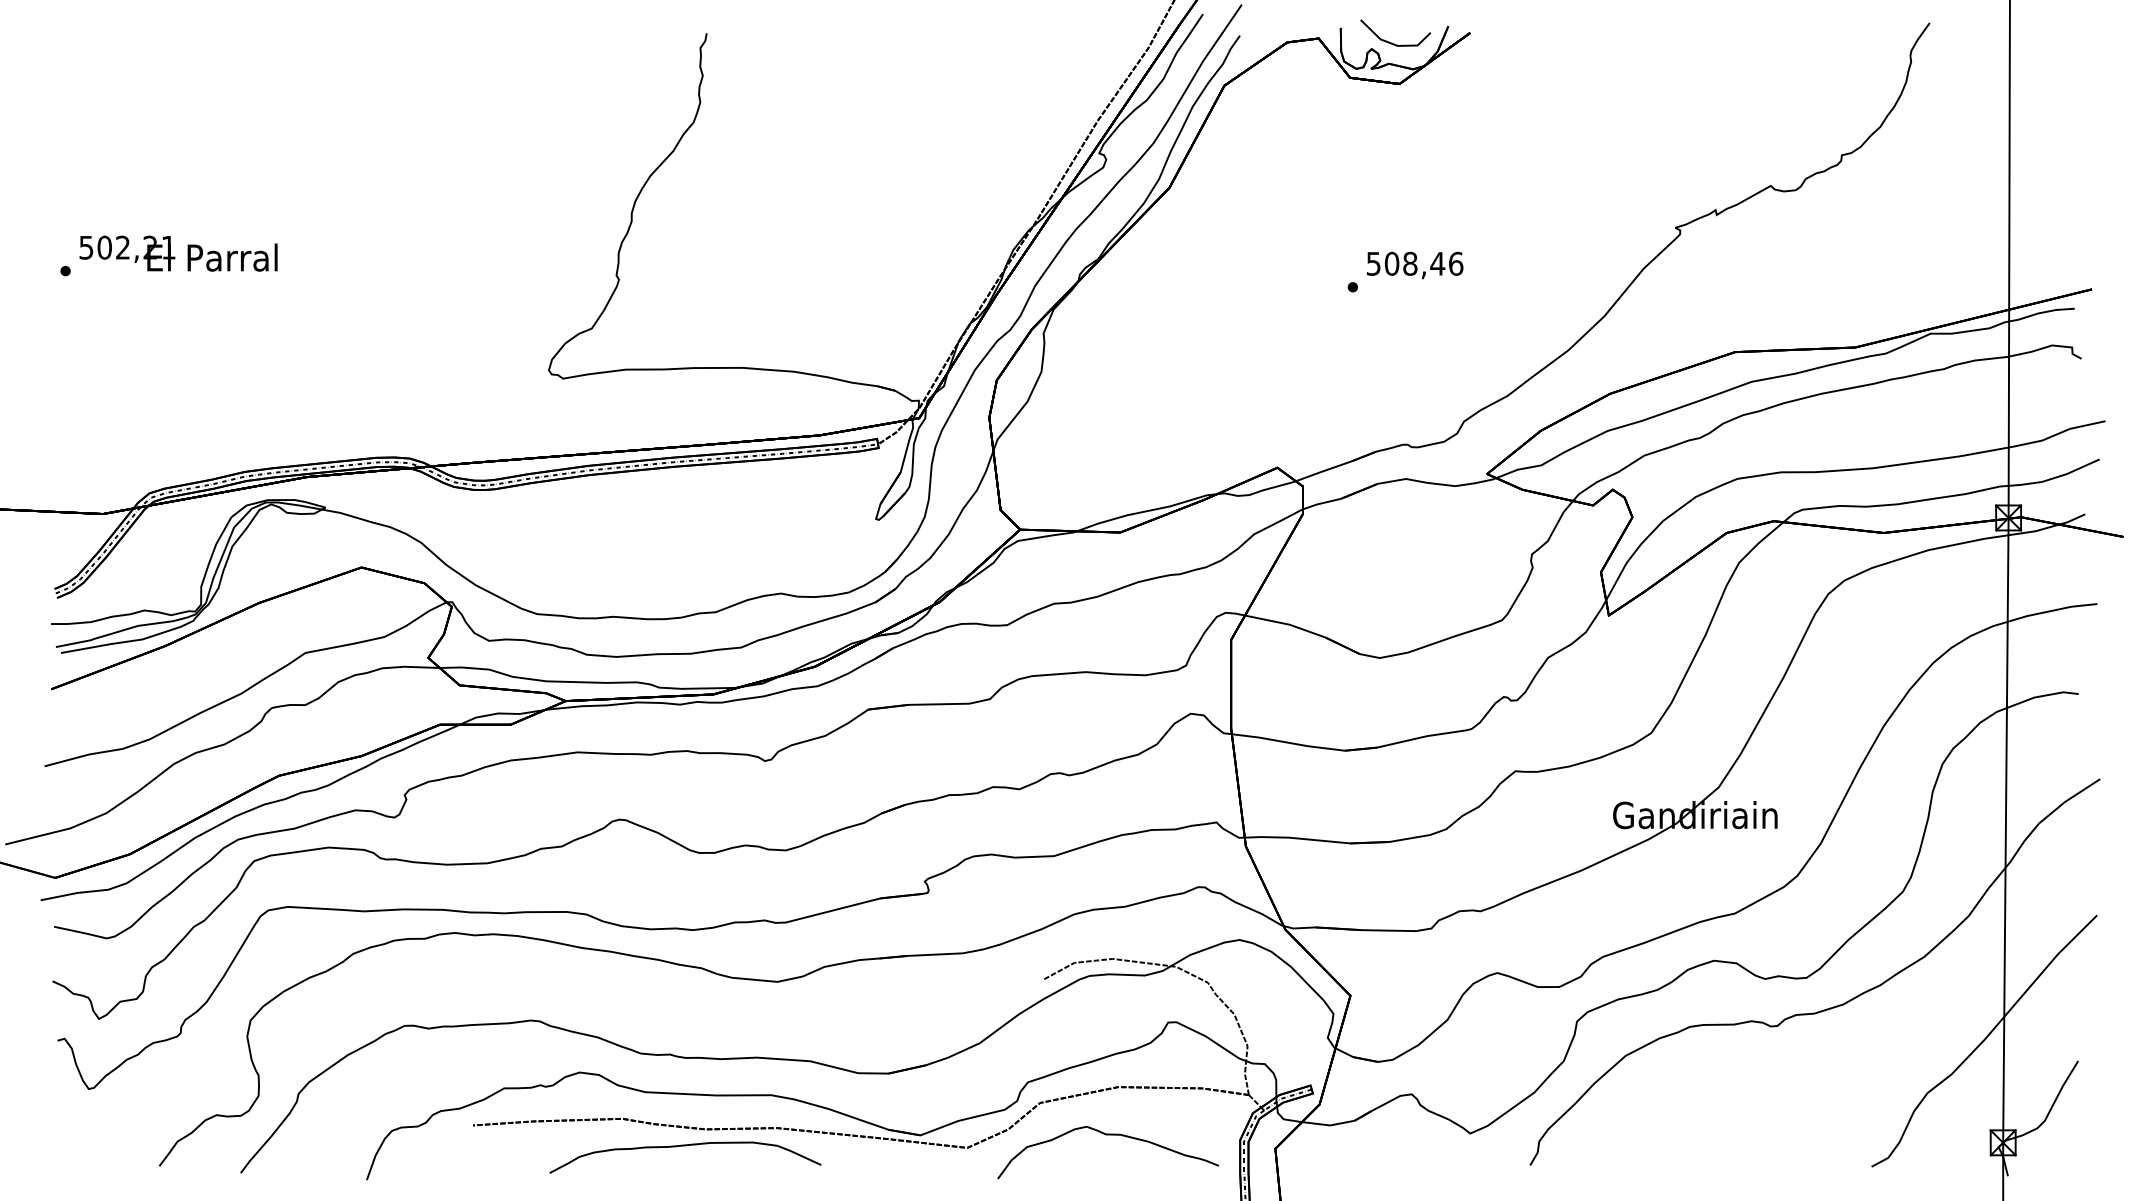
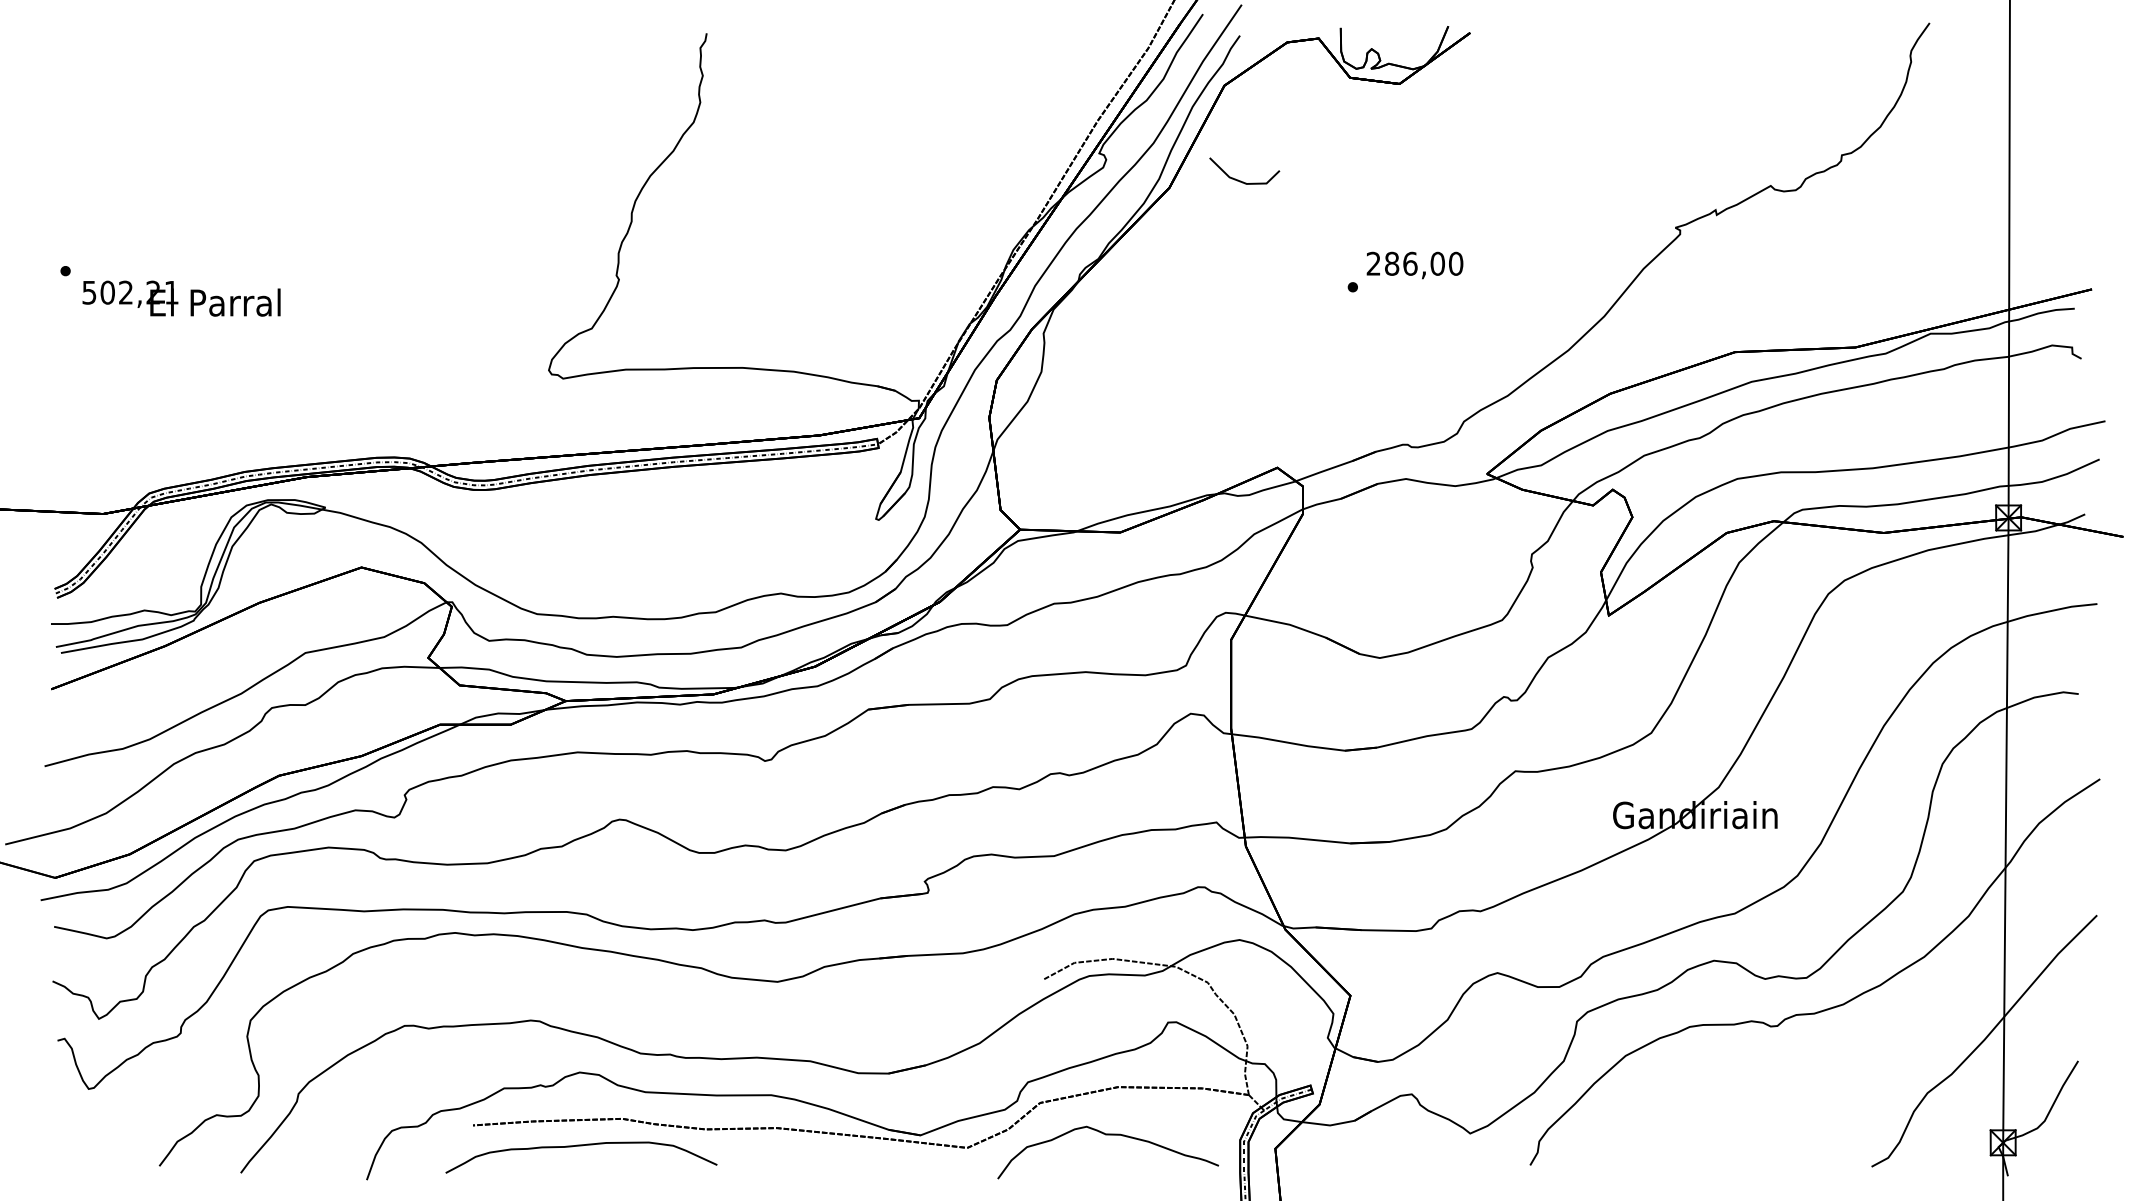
line at (1391, 42) position: (1391, 42) -> (1240, 180)
text at (178, 253) position: (178, 253) -> (181, 298)
text at (1414, 263): 508,46 -> 286,00
curve at (685, 1146) position: (685, 1146) -> (581, 1146)
